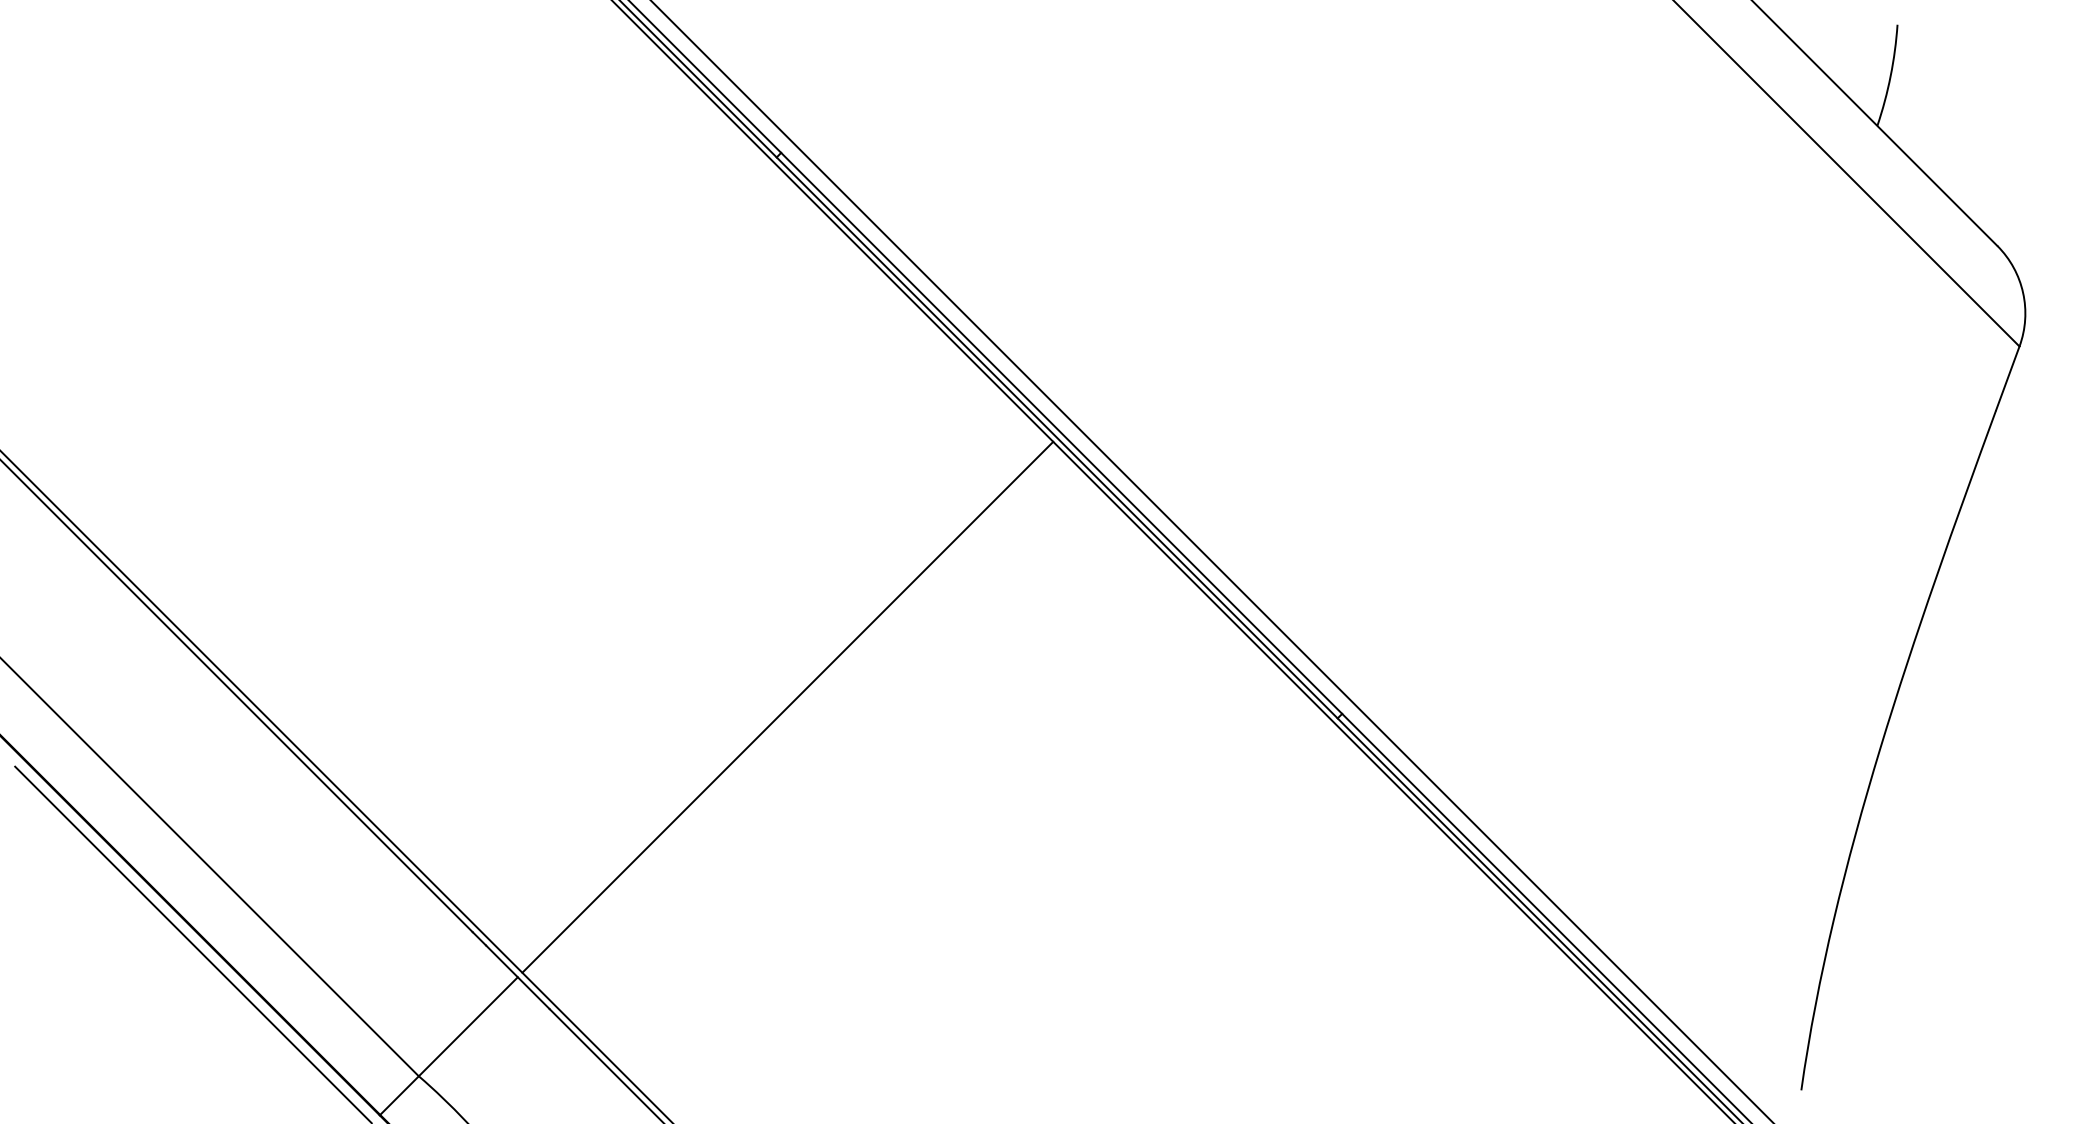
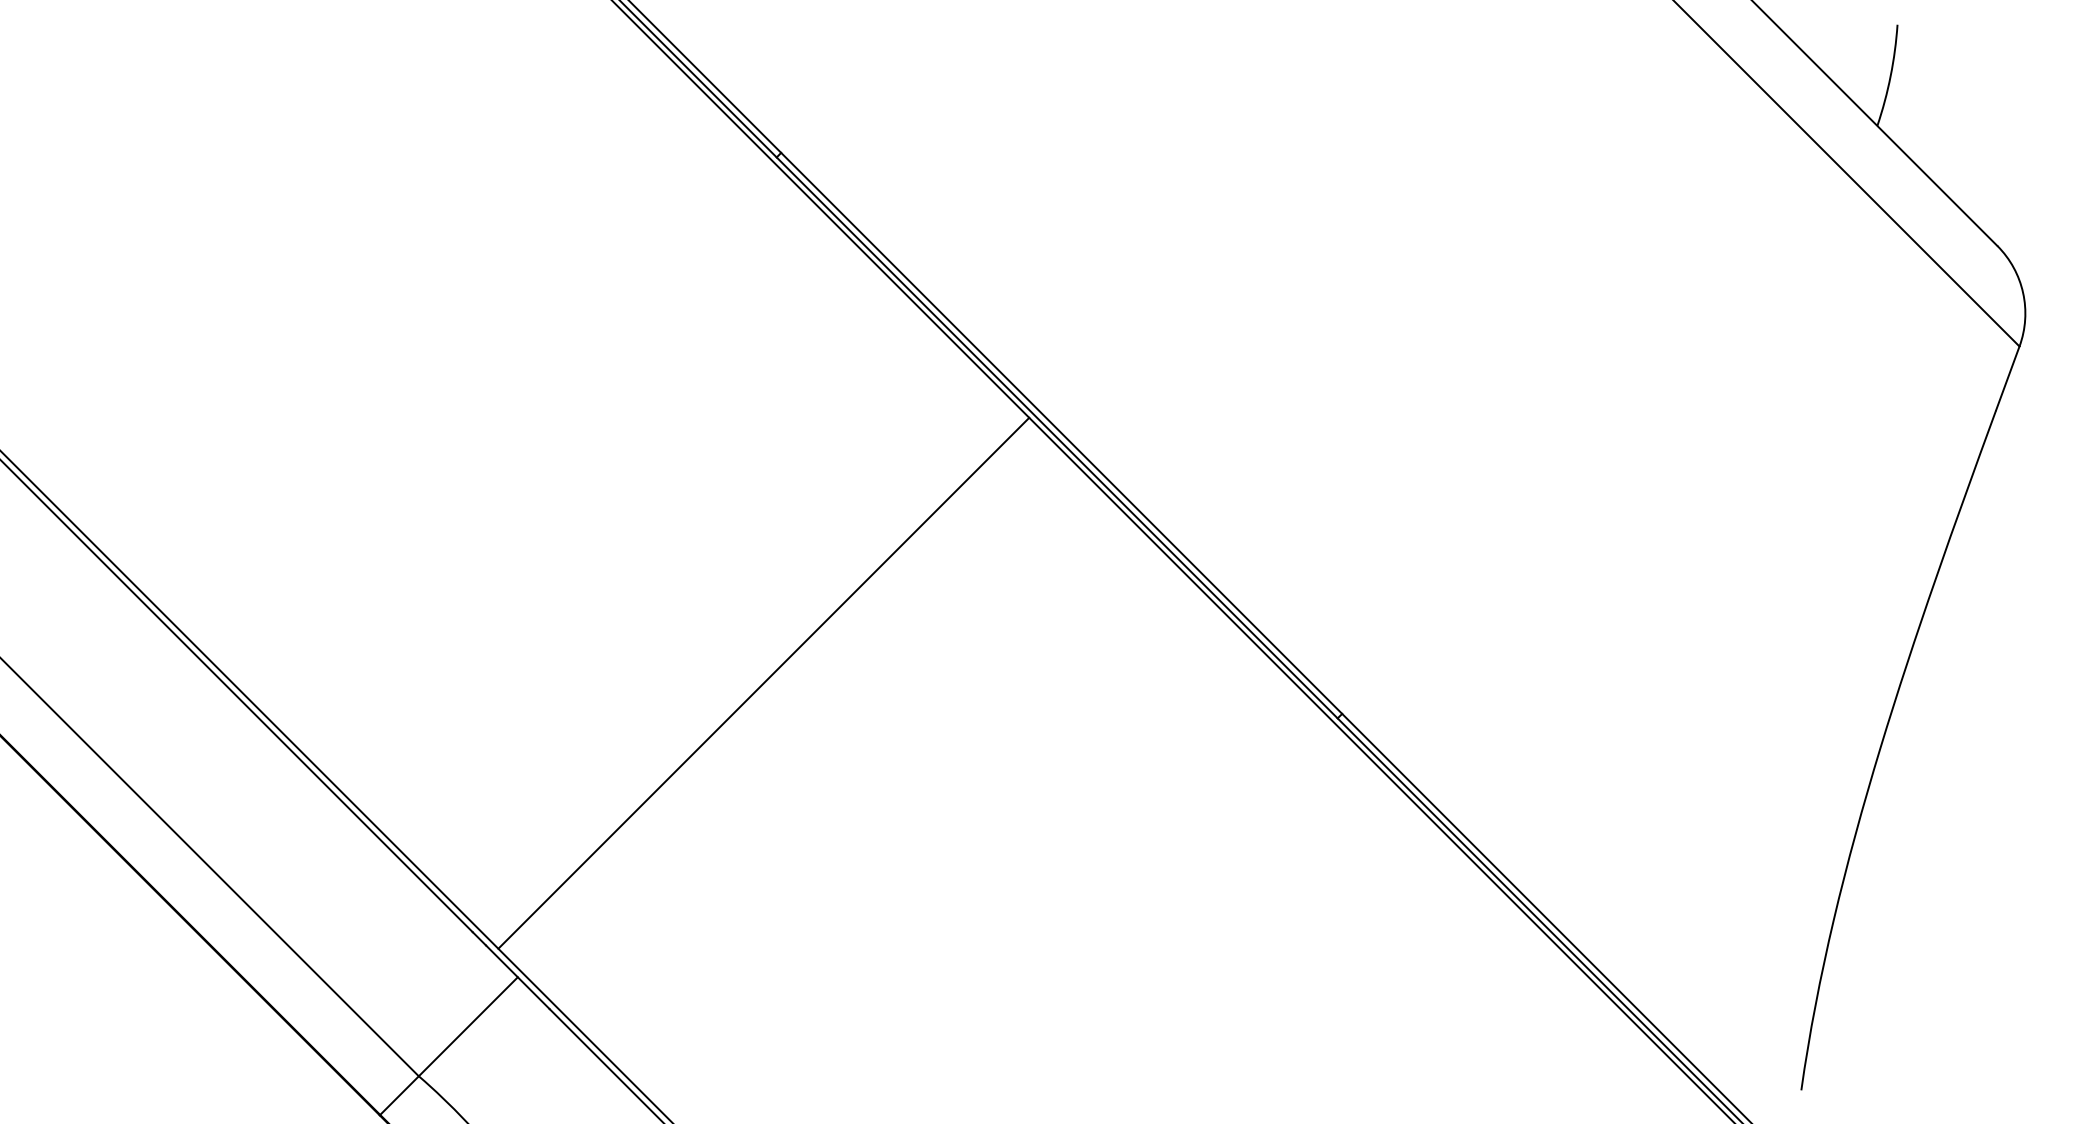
line at (1211, 561): present -> none
line at (787, 706) position: (787, 706) -> (763, 682)
line at (191, 943): present -> none
